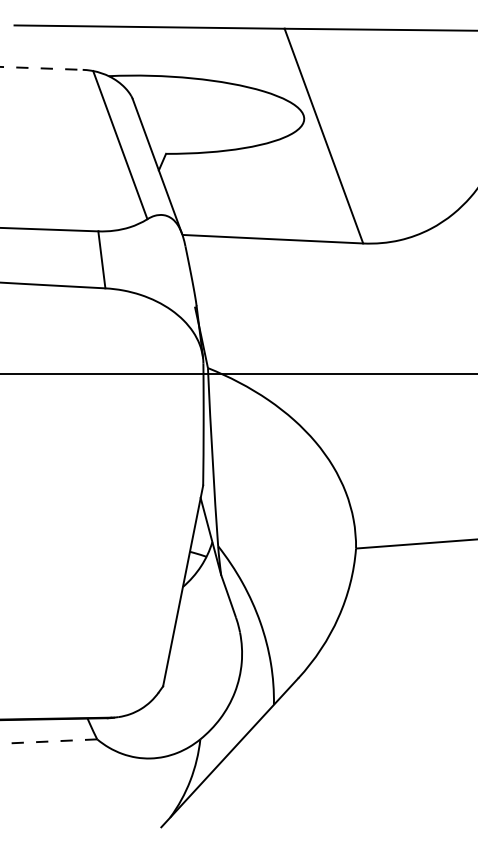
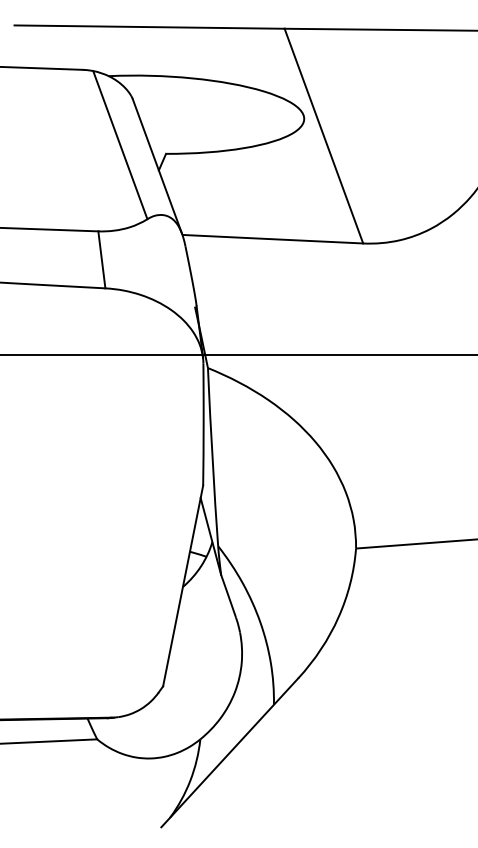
line at (41, 68): dashed -> solid
line at (238, 373) position: (238, 373) -> (238, 354)
line at (48, 741): dashed -> solid
